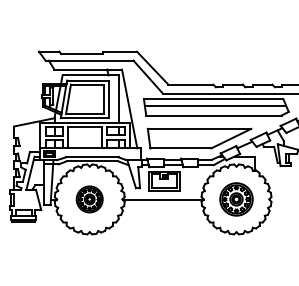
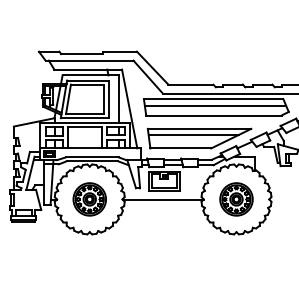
line at (193, 135): none -> present
part at (89, 199) size: 29x29 px -> 35x35 px
